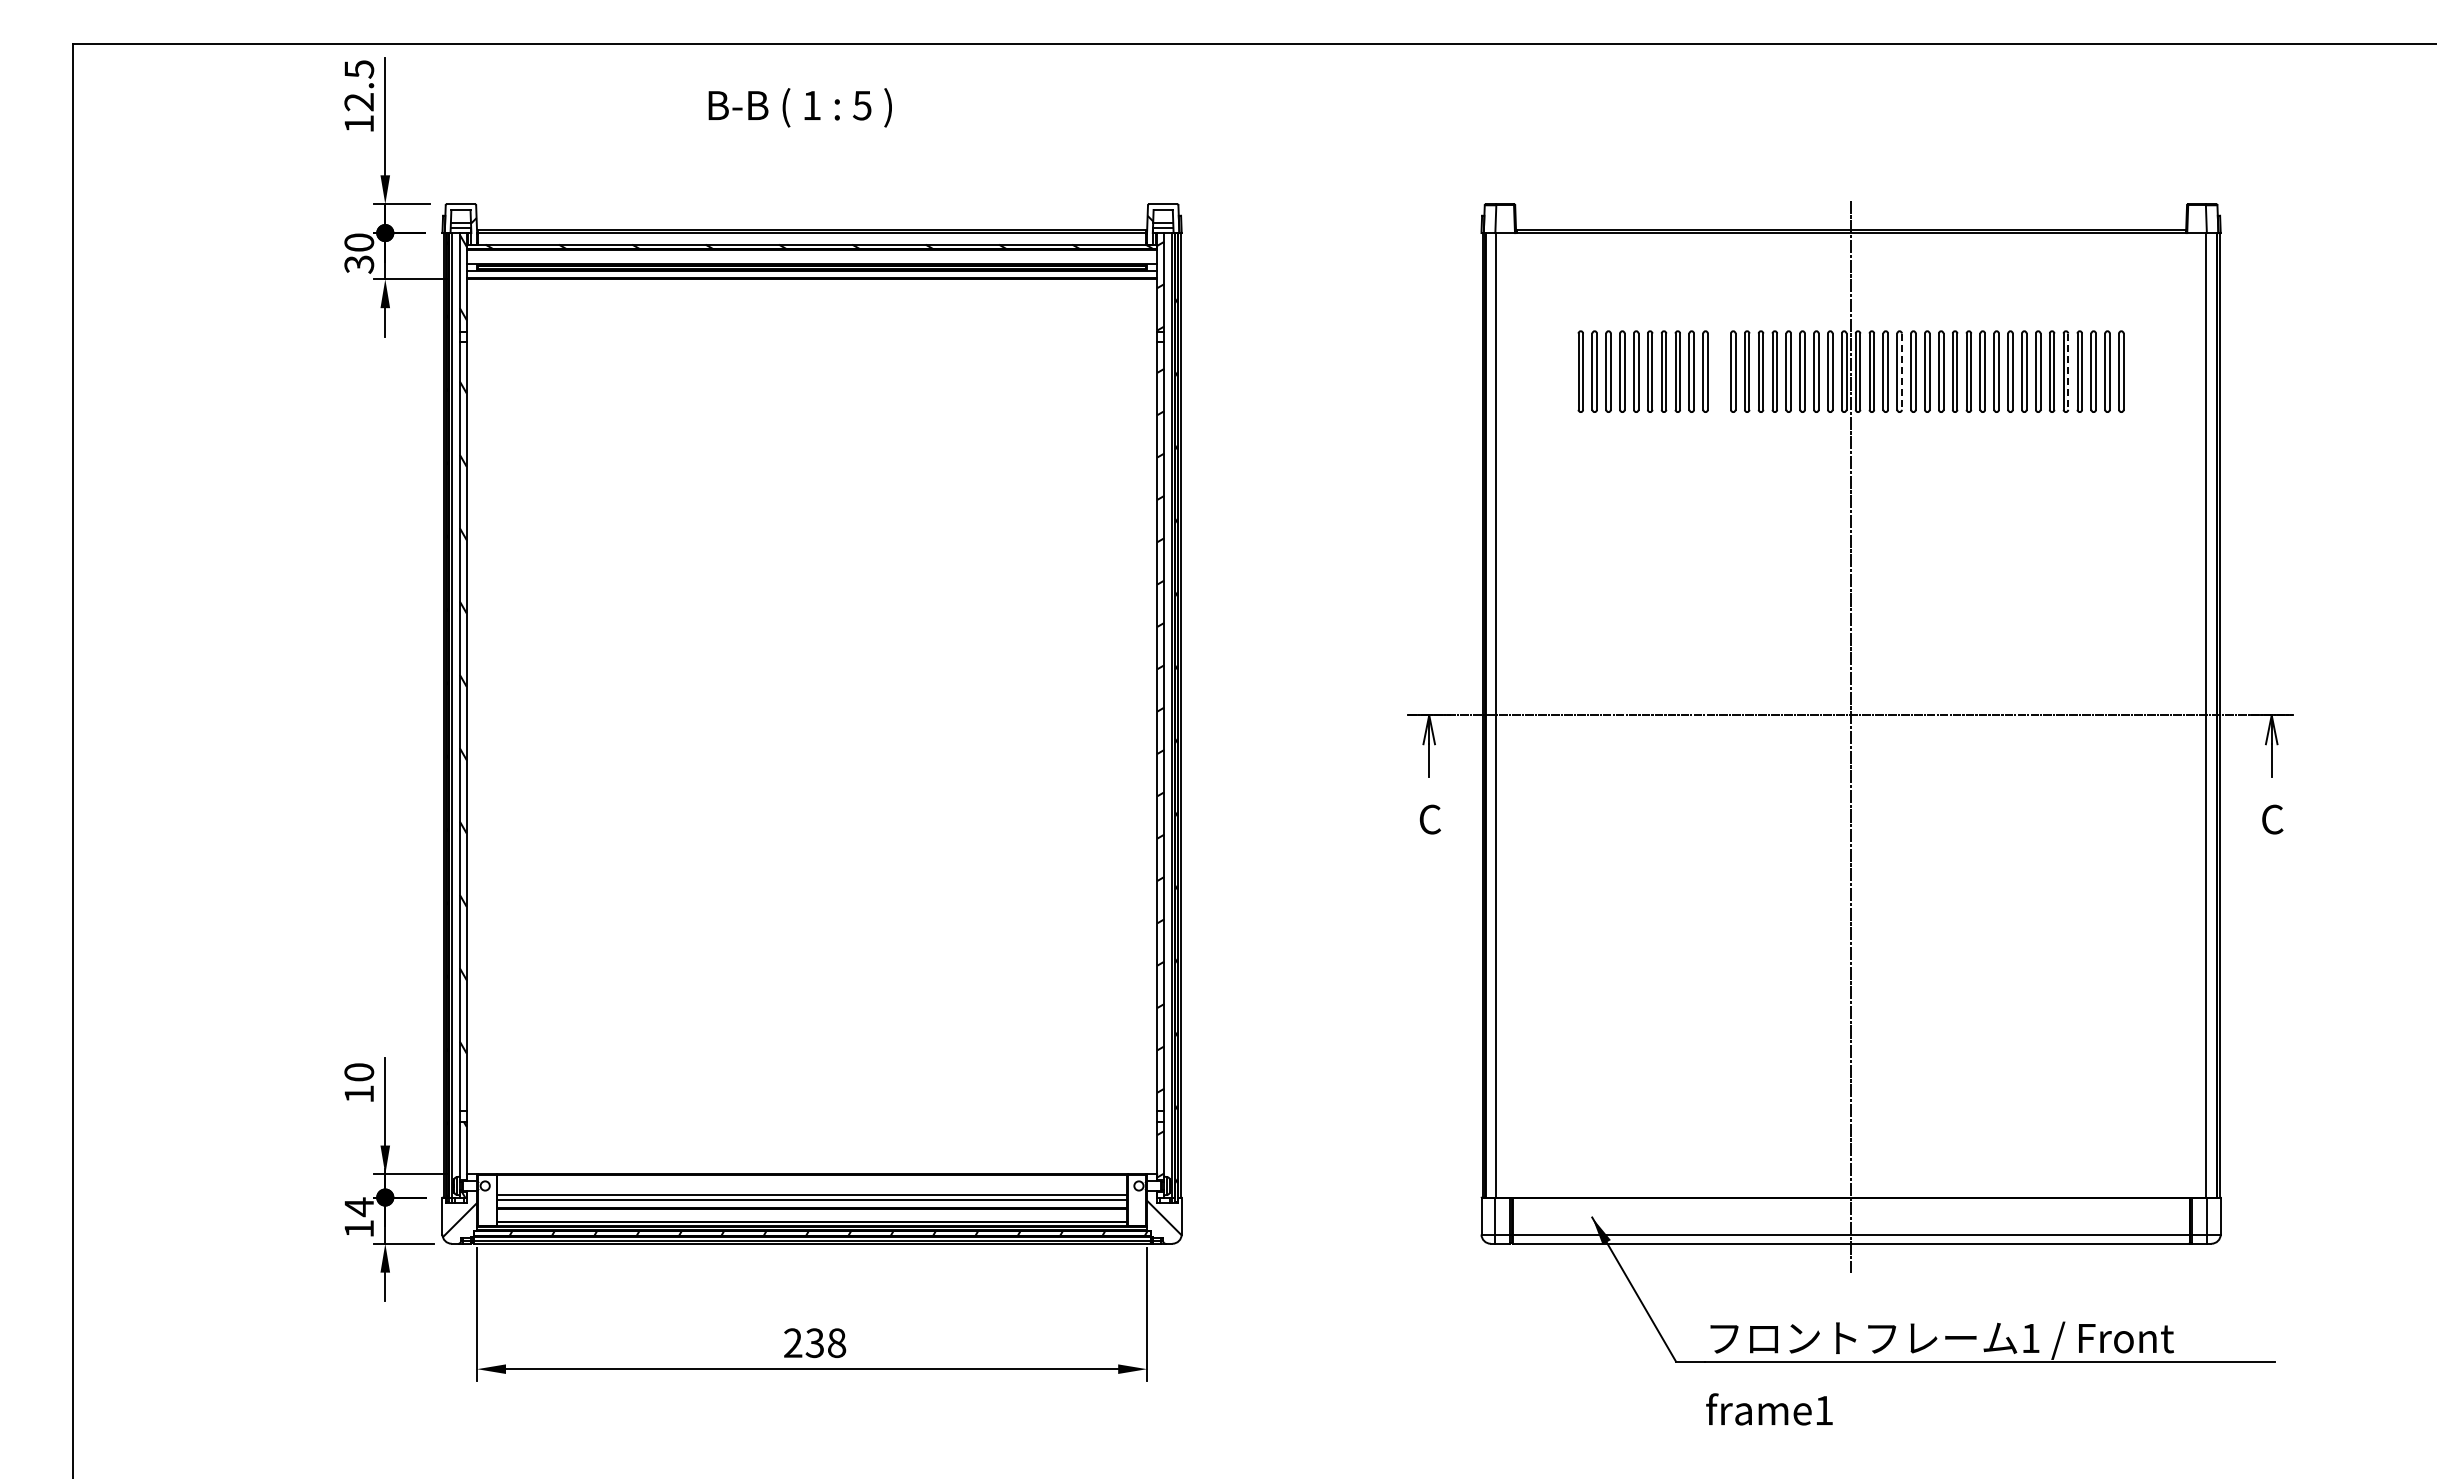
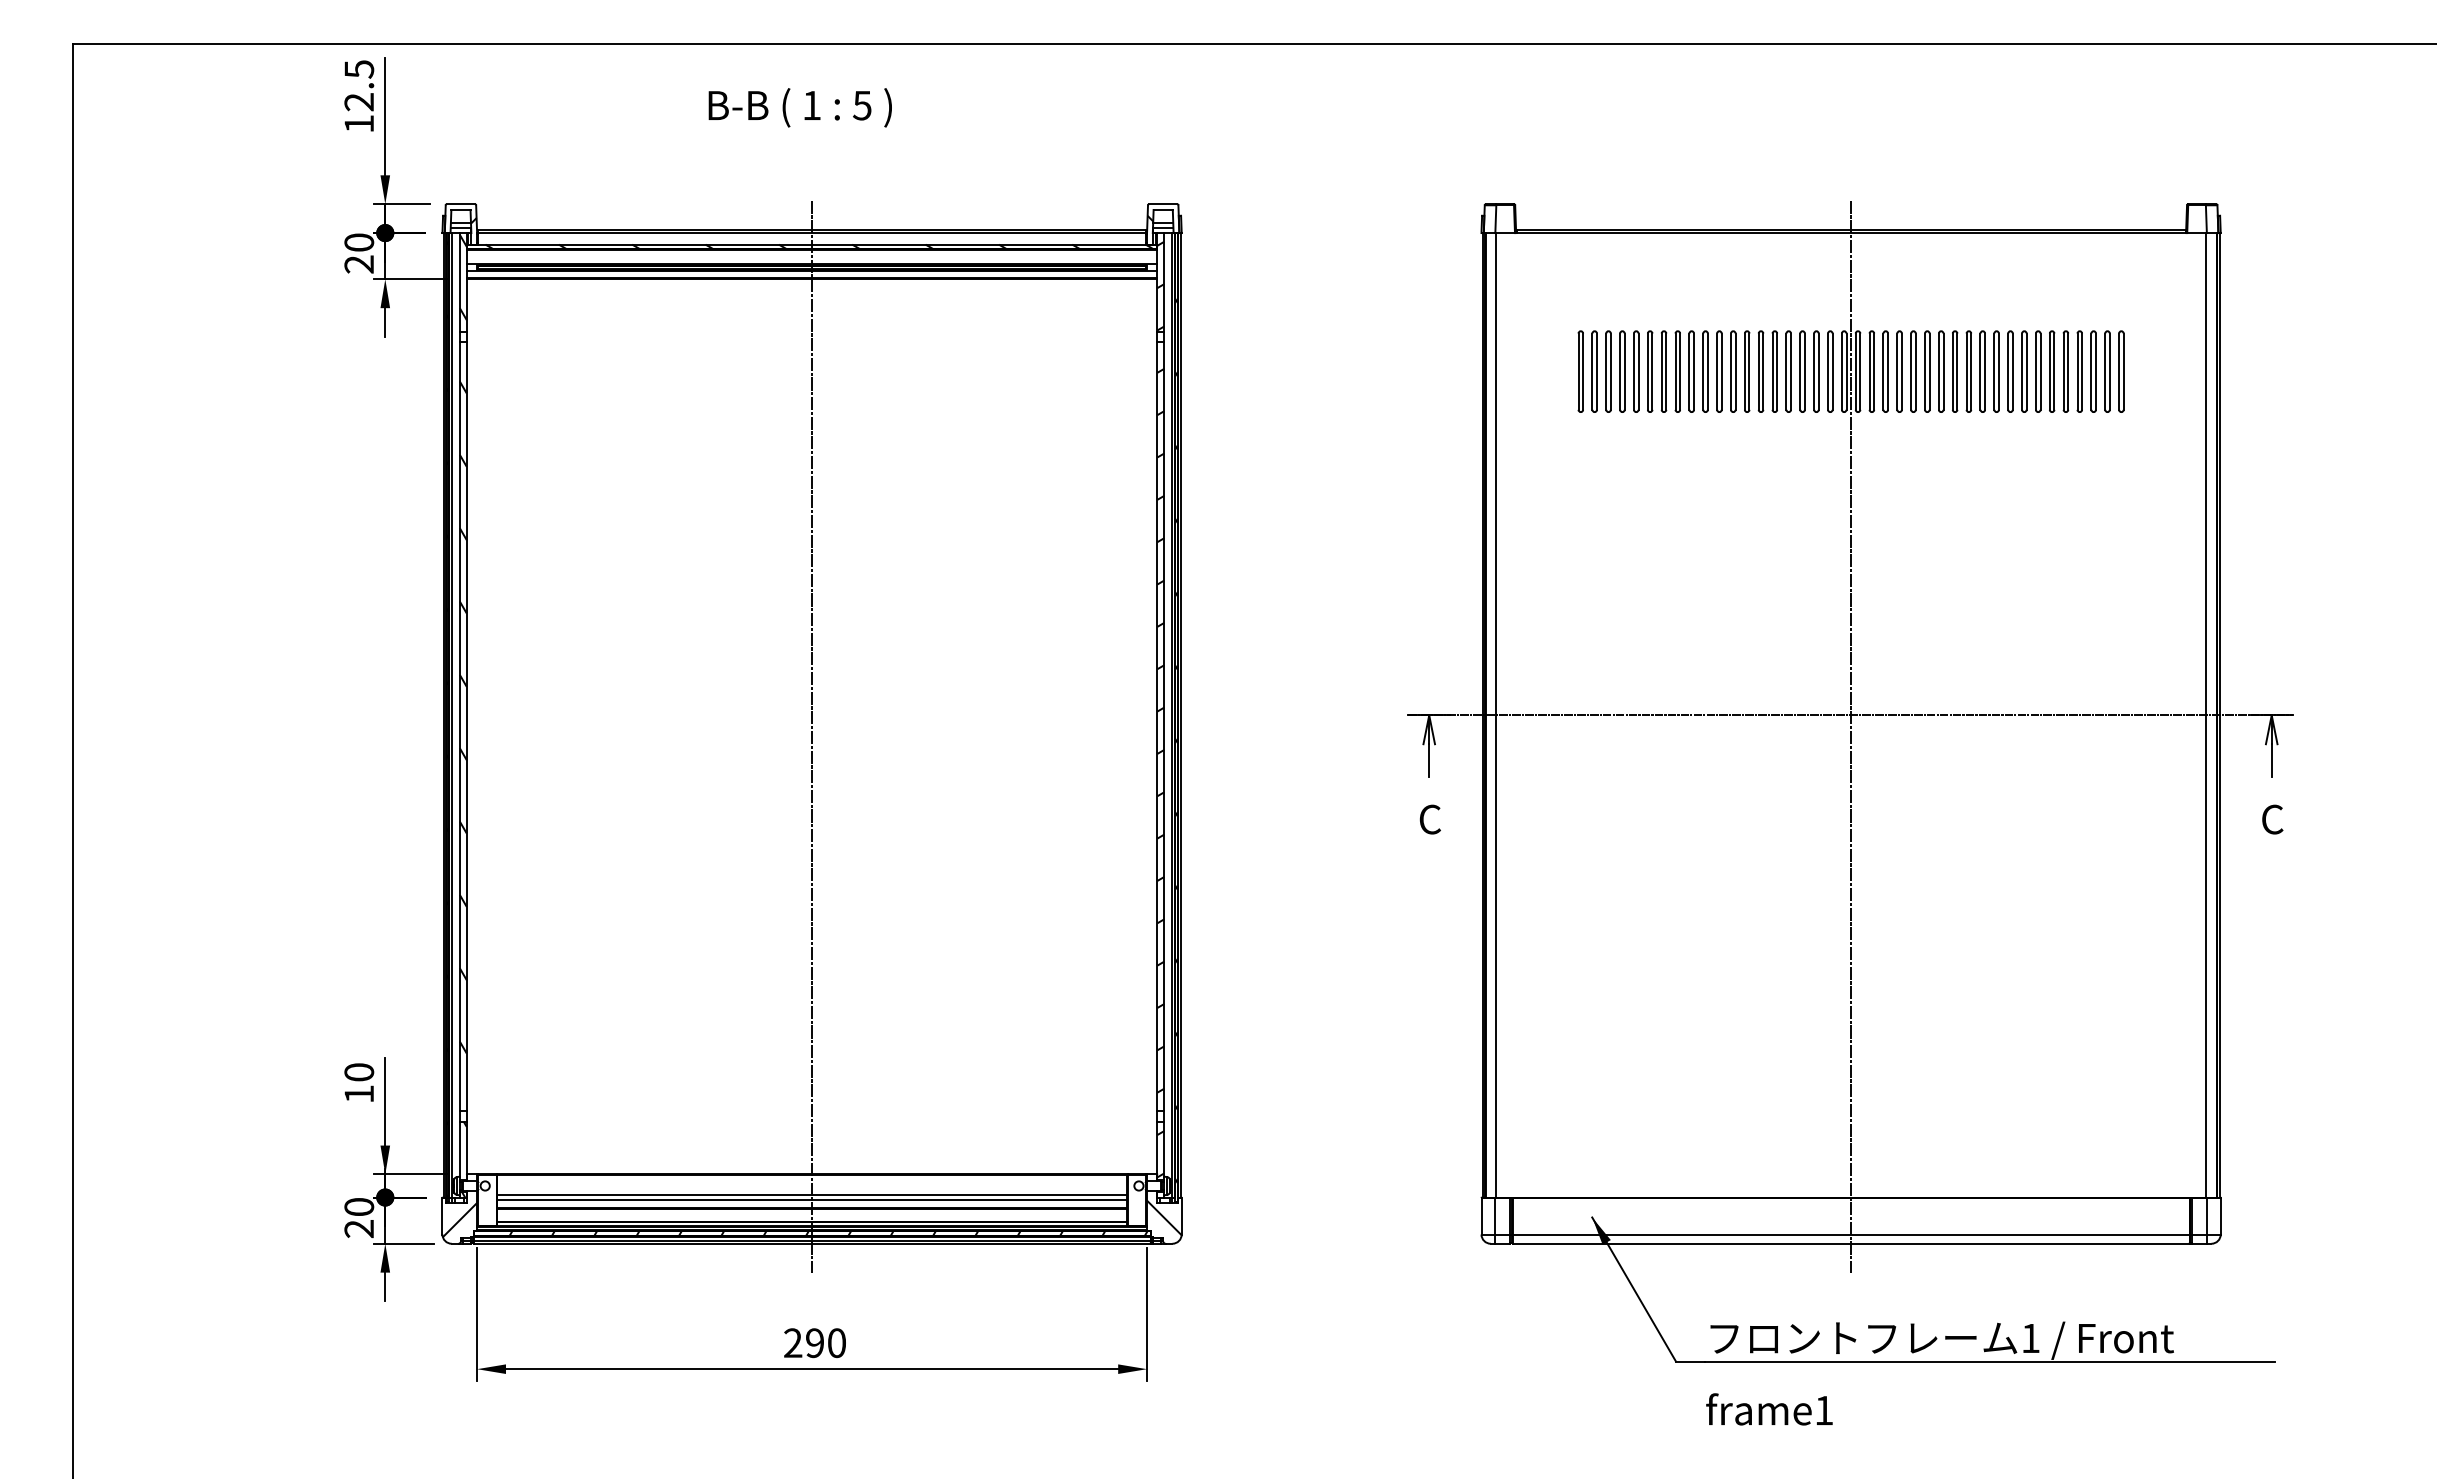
text at (359, 264): 30 -> 20
part at (1719, 371): none -> present
line at (1901, 372): dashed -> solid
line at (2068, 372): dashed -> solid
line at (812, 736): none -> present
text at (359, 1217): 14 -> 20
text at (825, 1343): 238 -> 290
